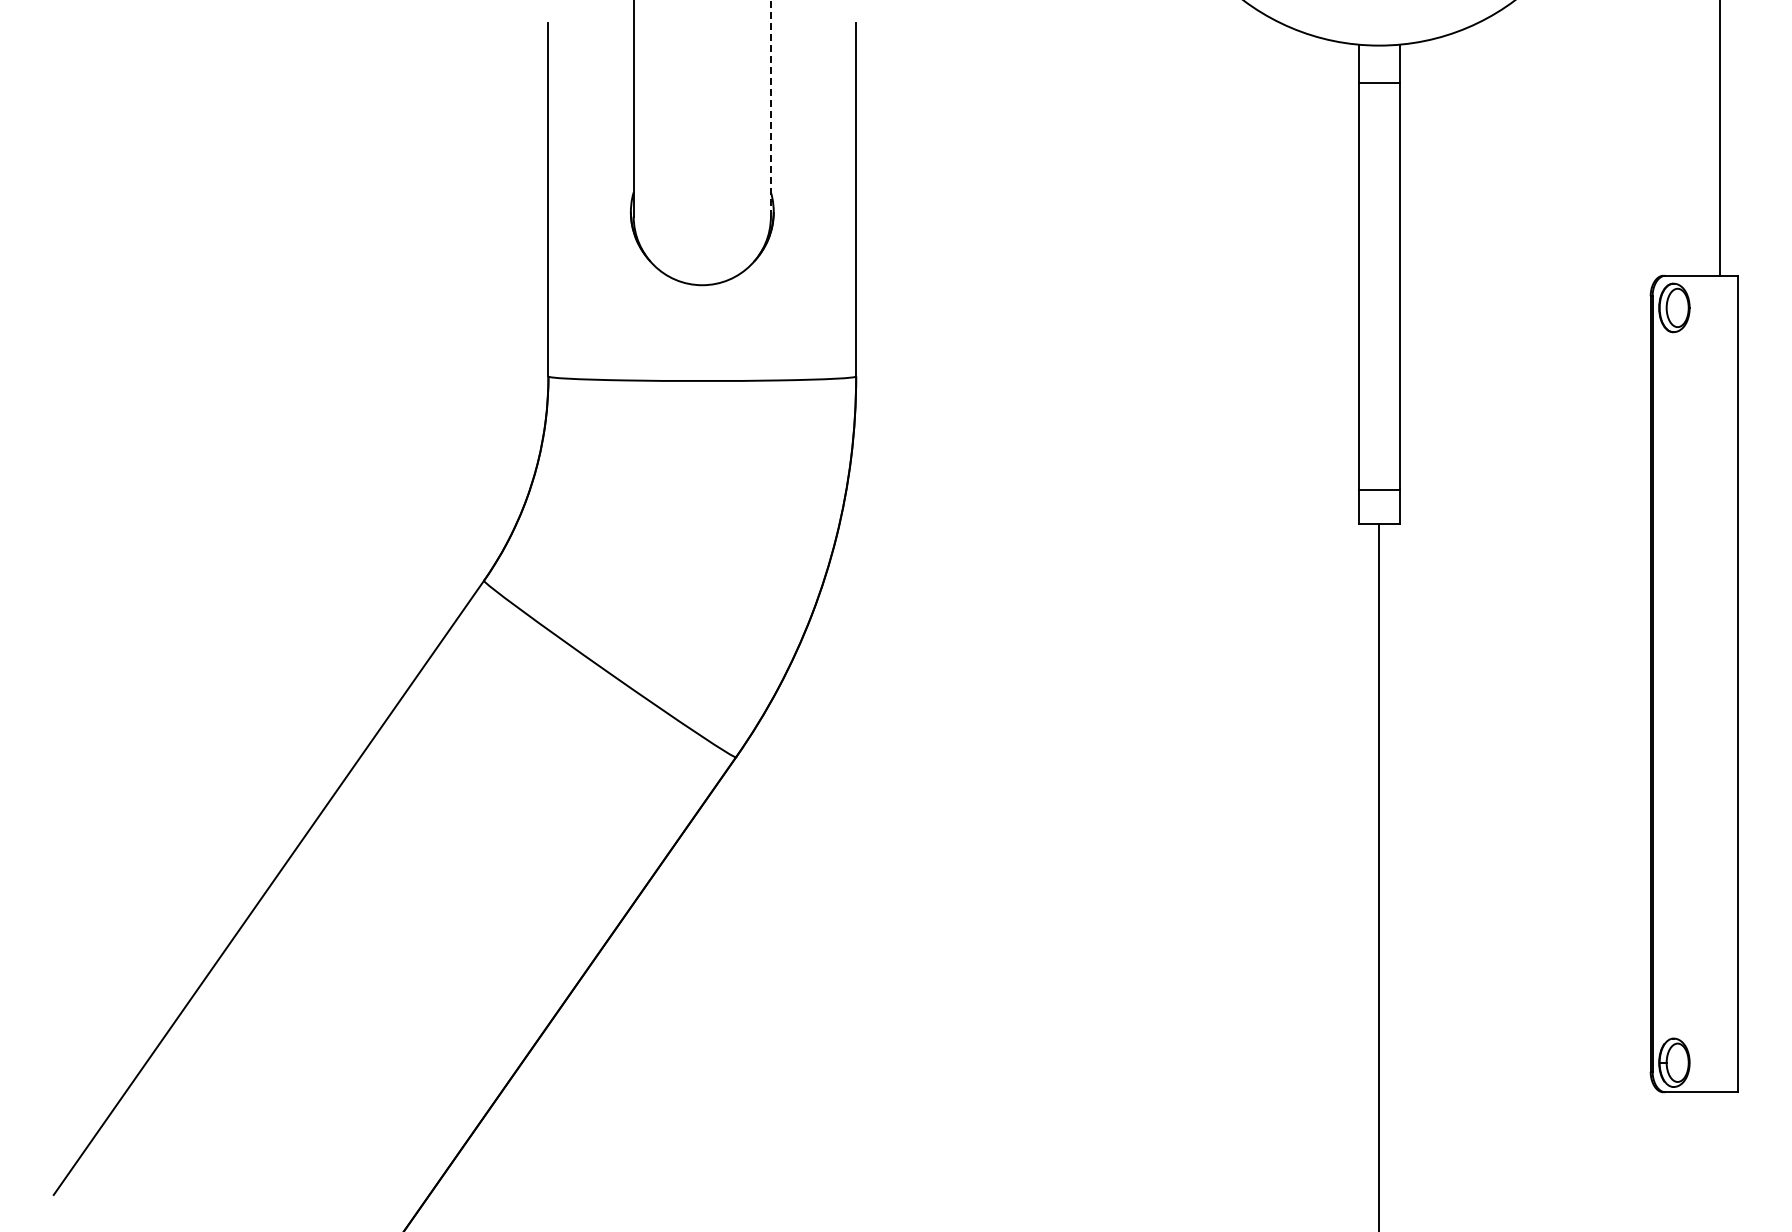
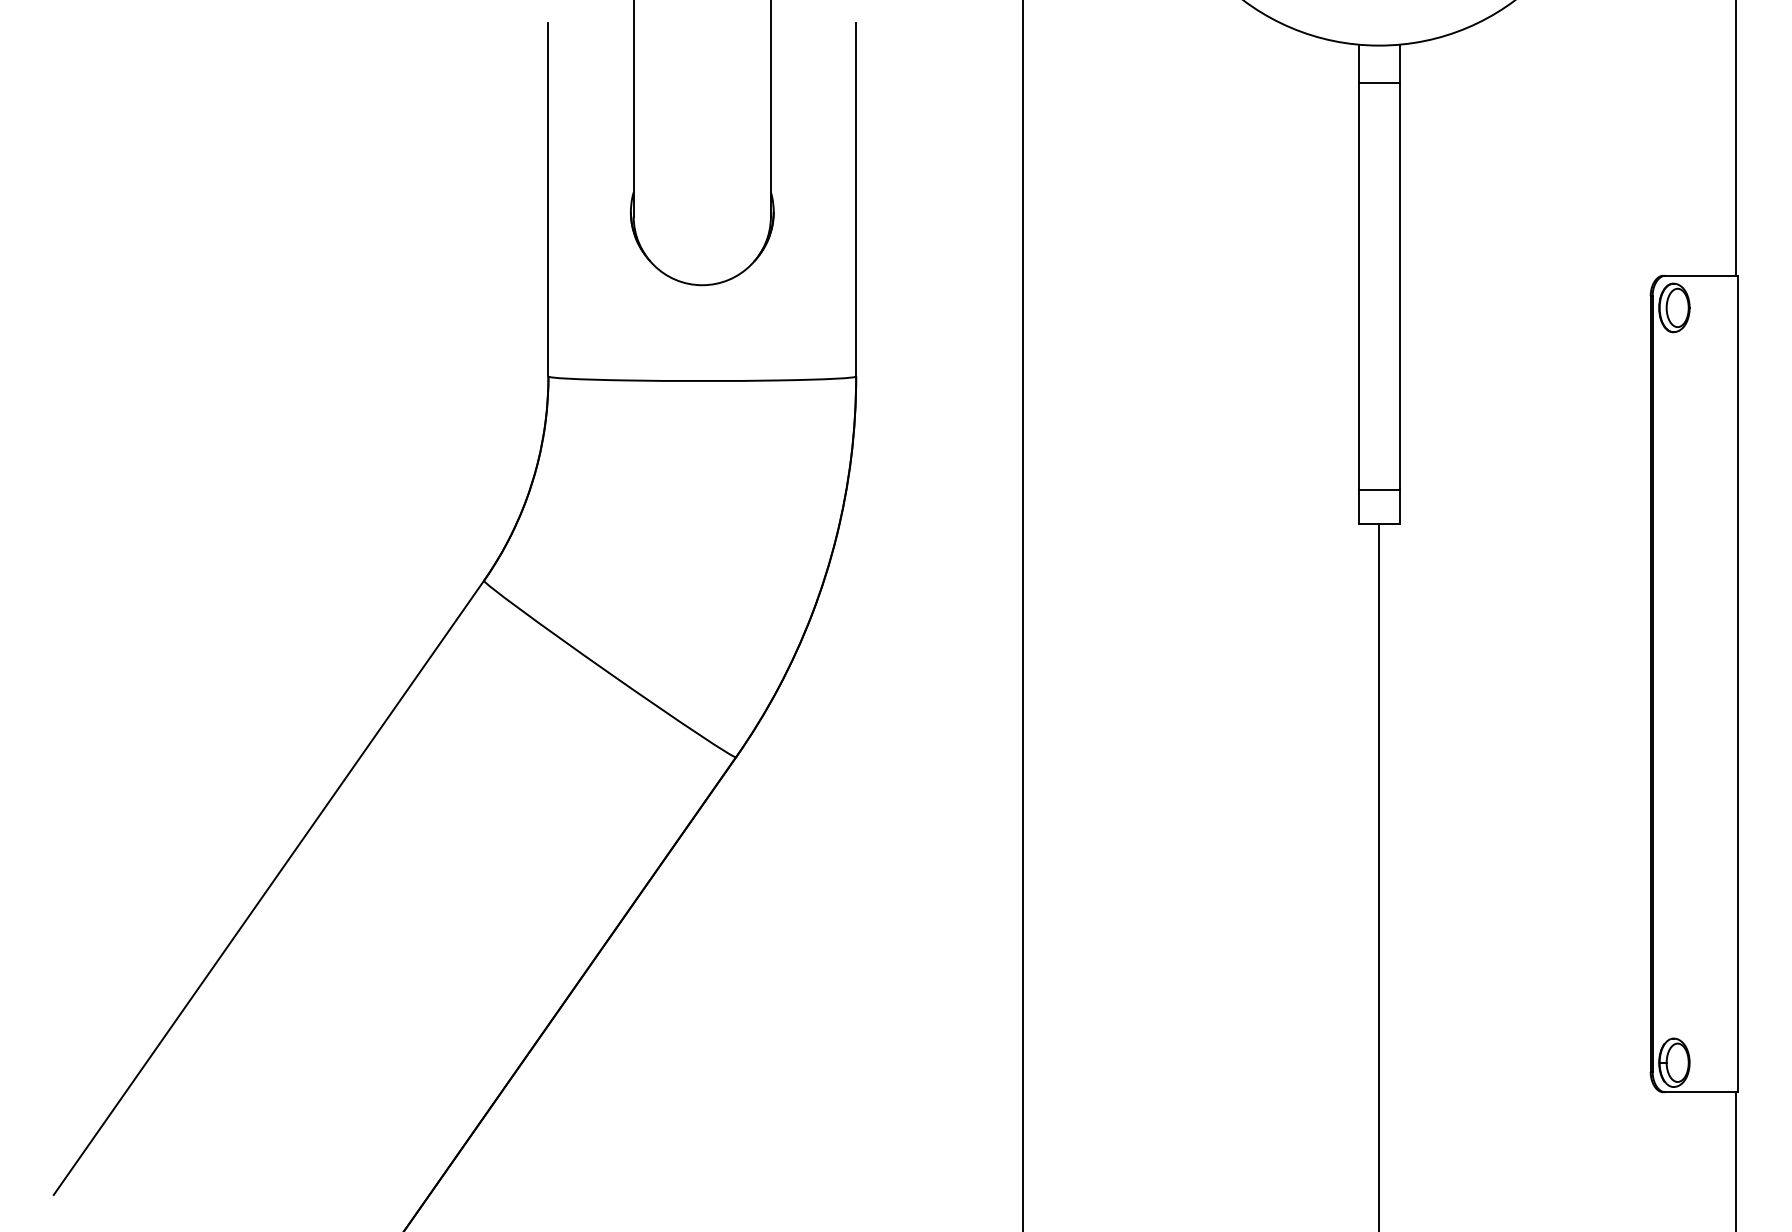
line at (770, 107): dashed -> solid
line at (1719, 138) position: (1719, 138) -> (1735, 138)
line at (1022, 615): none -> present
line at (1735, 1160): none -> present
